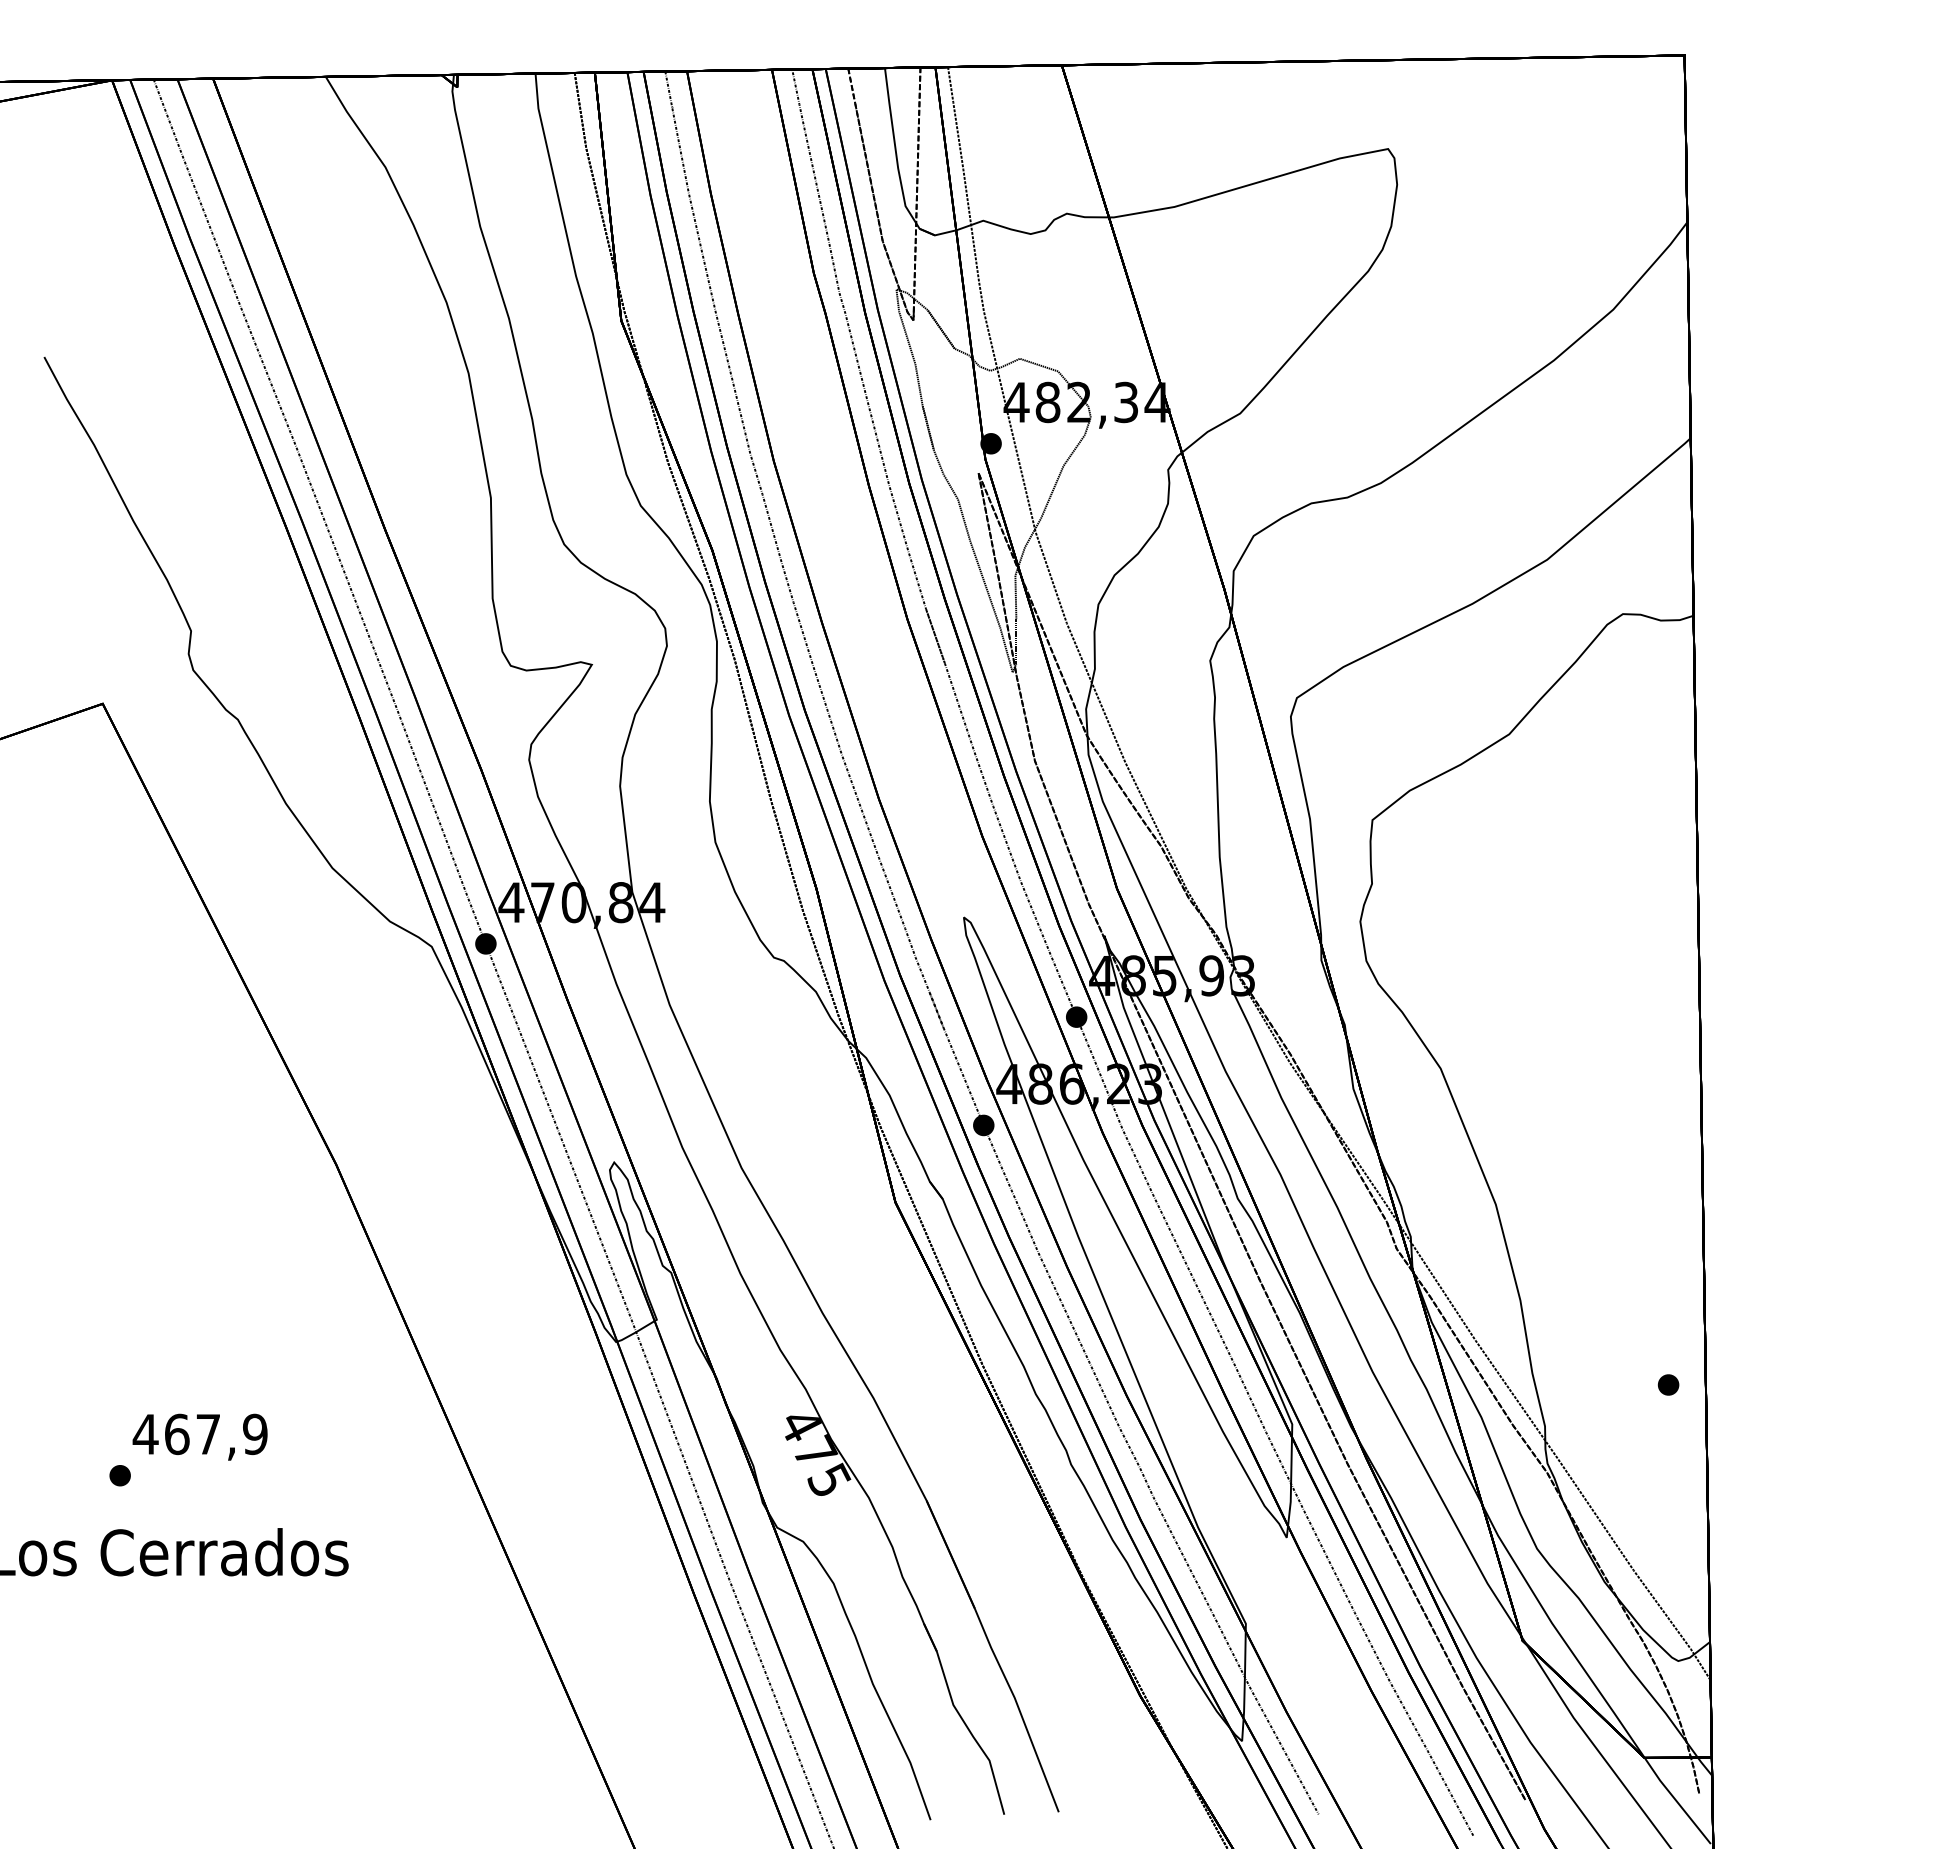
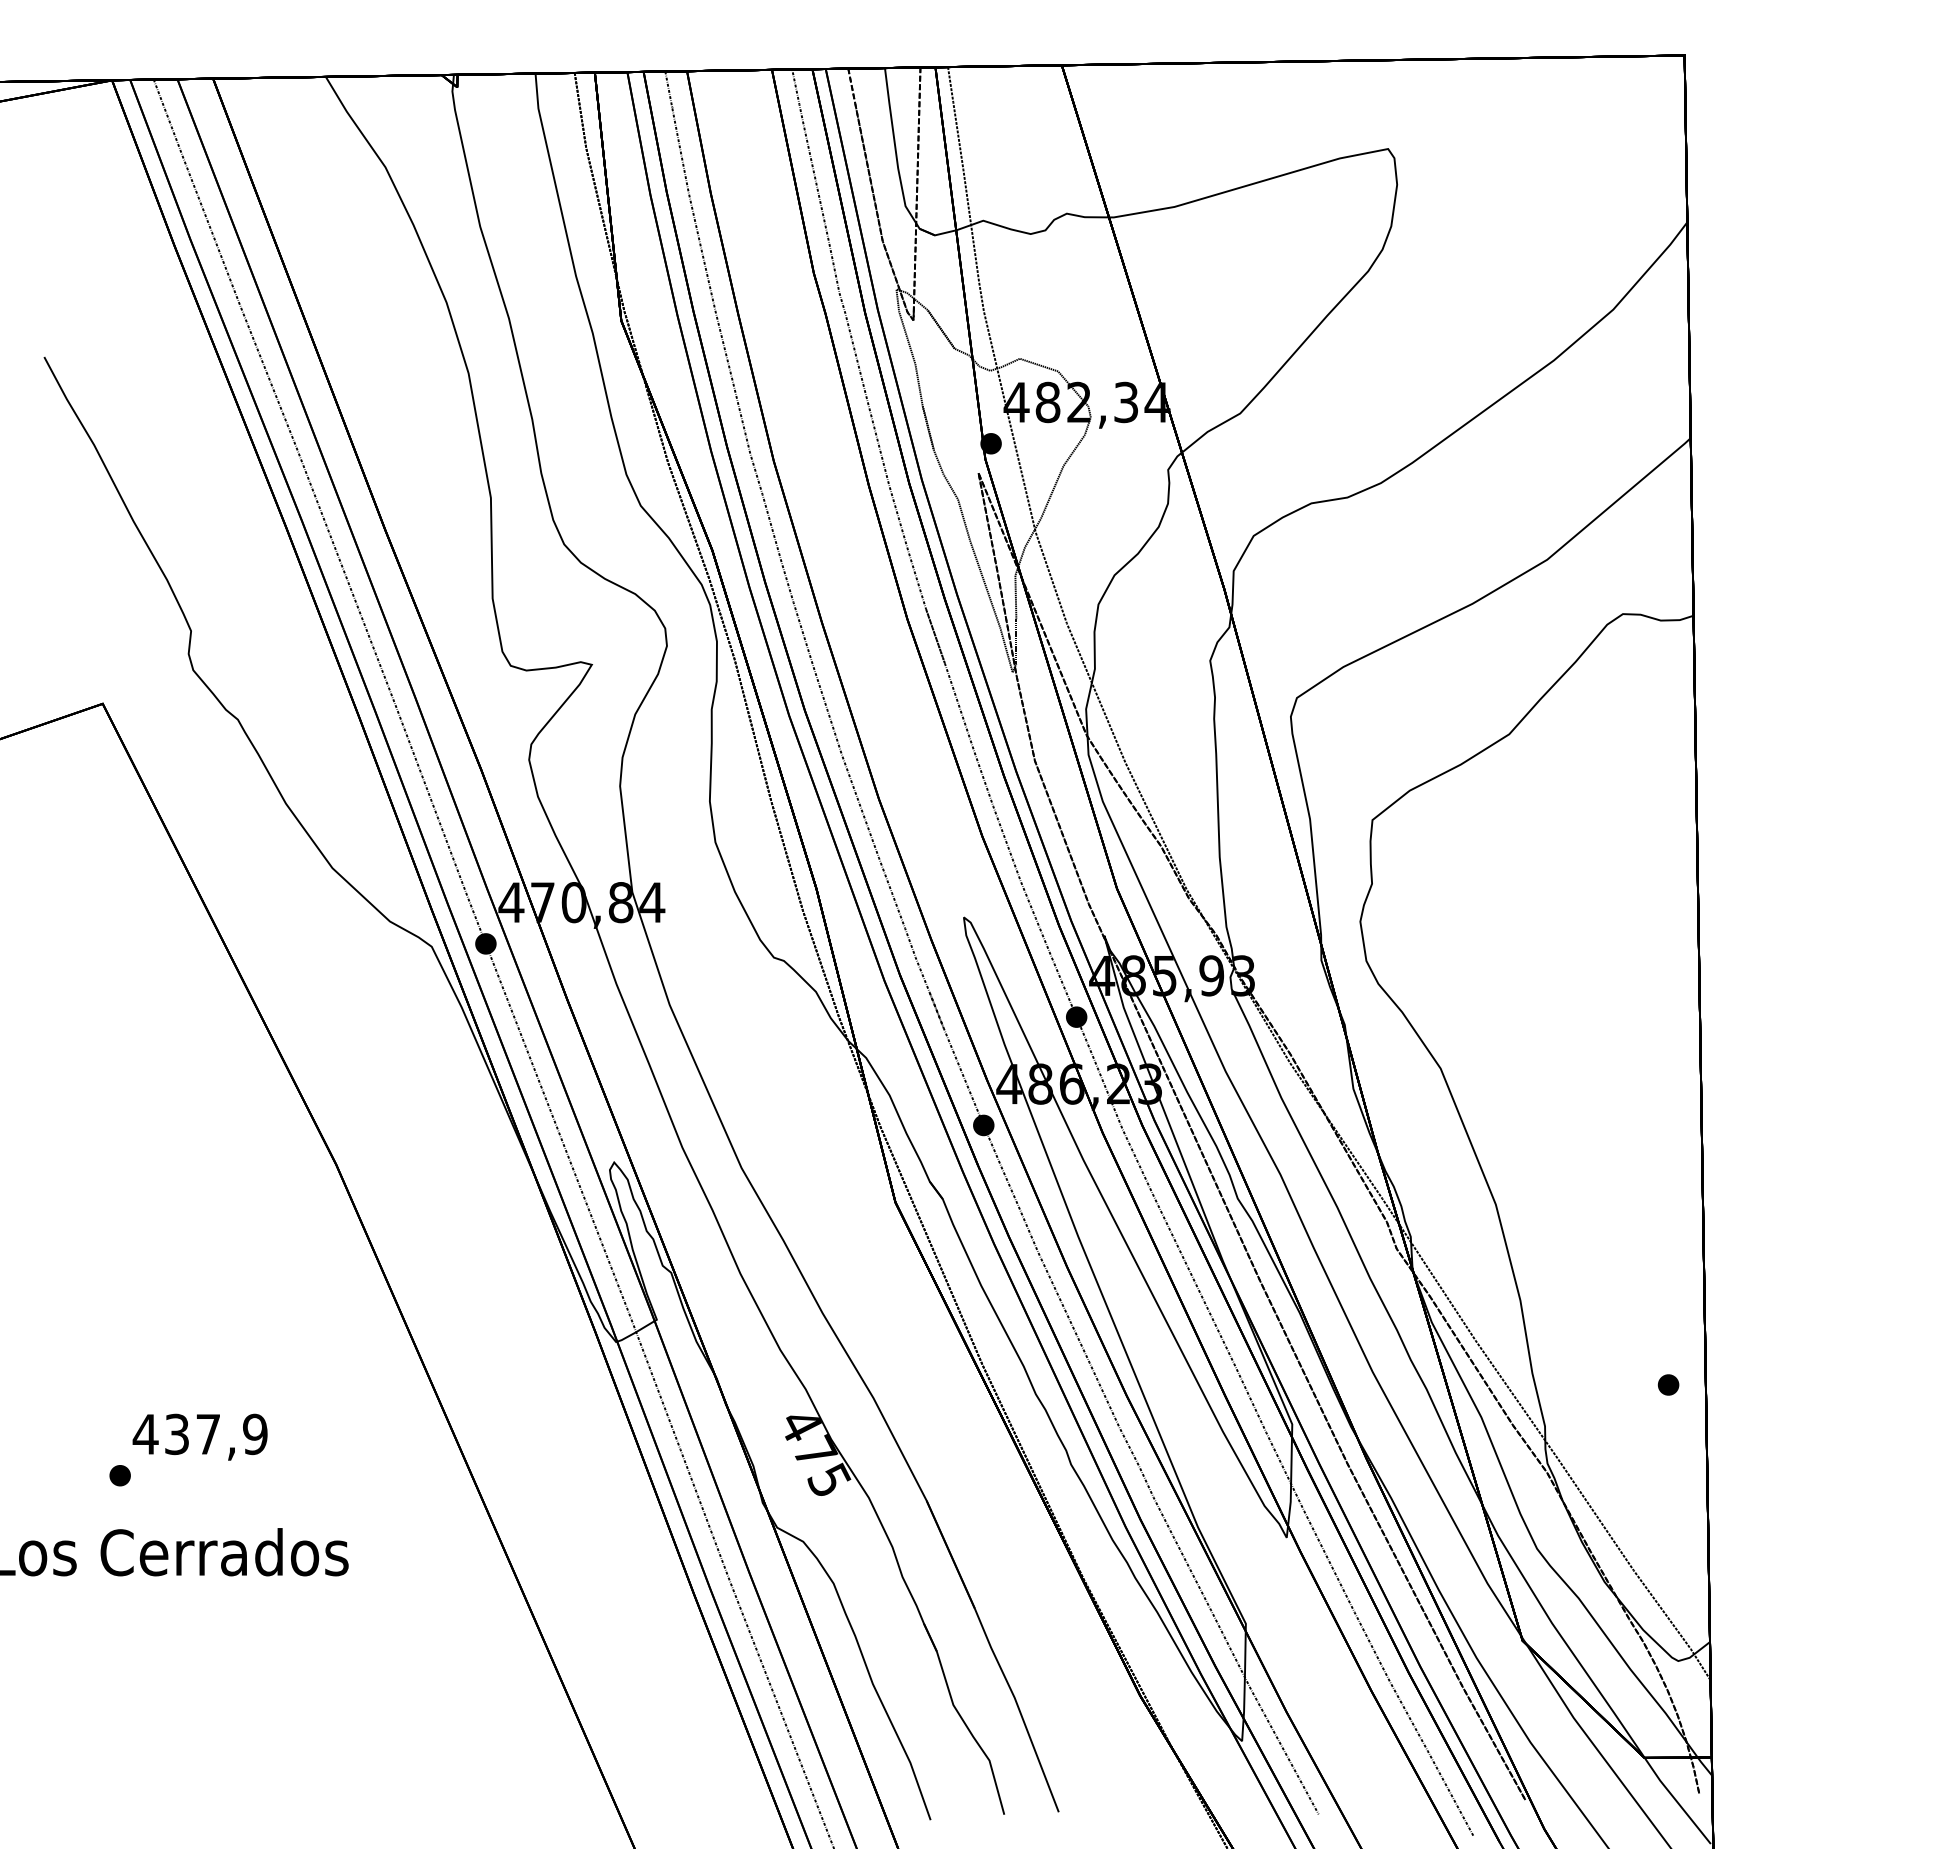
text at (177, 1434): 467,9 -> 437,9
